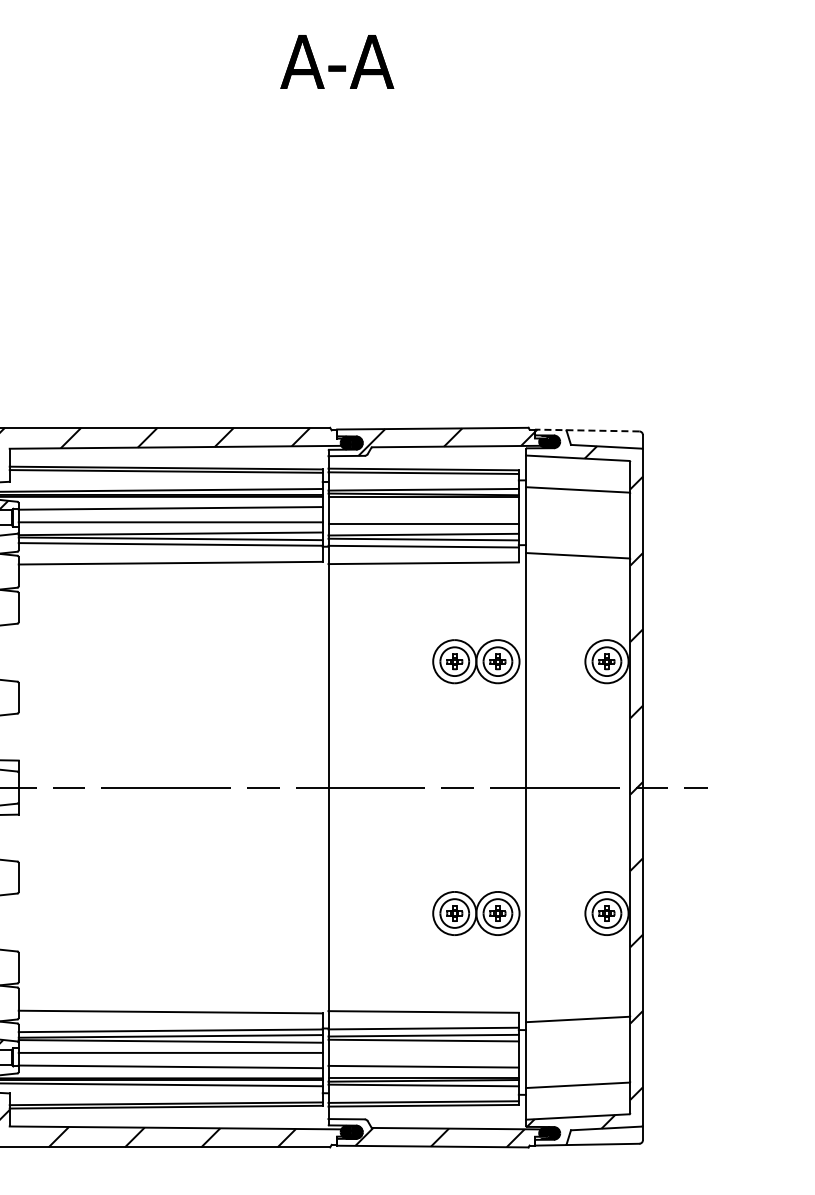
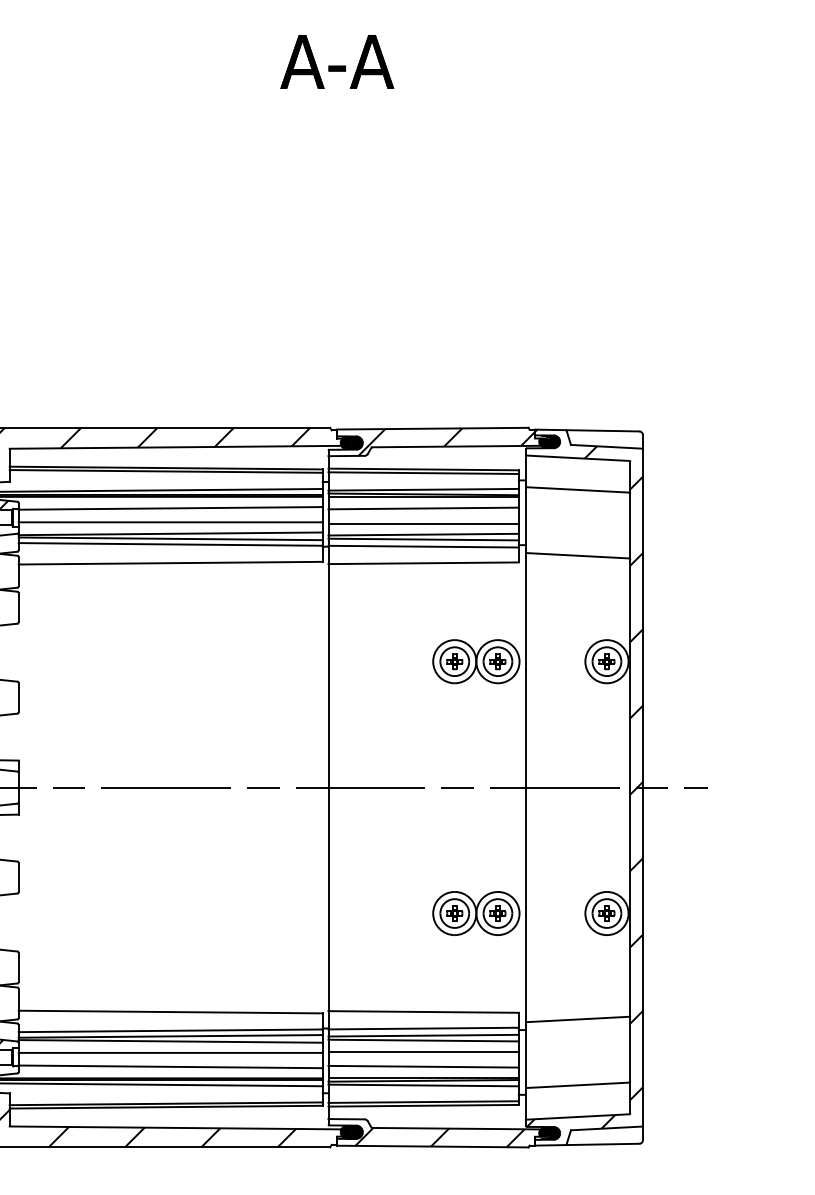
line at (586, 430): dashed -> solid
line at (423, 508): none -> present
line at (423, 1051): none -> present
